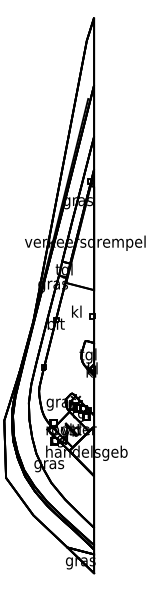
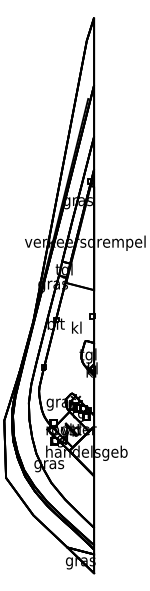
text at (76, 311) position: (76, 311) -> (76, 327)
